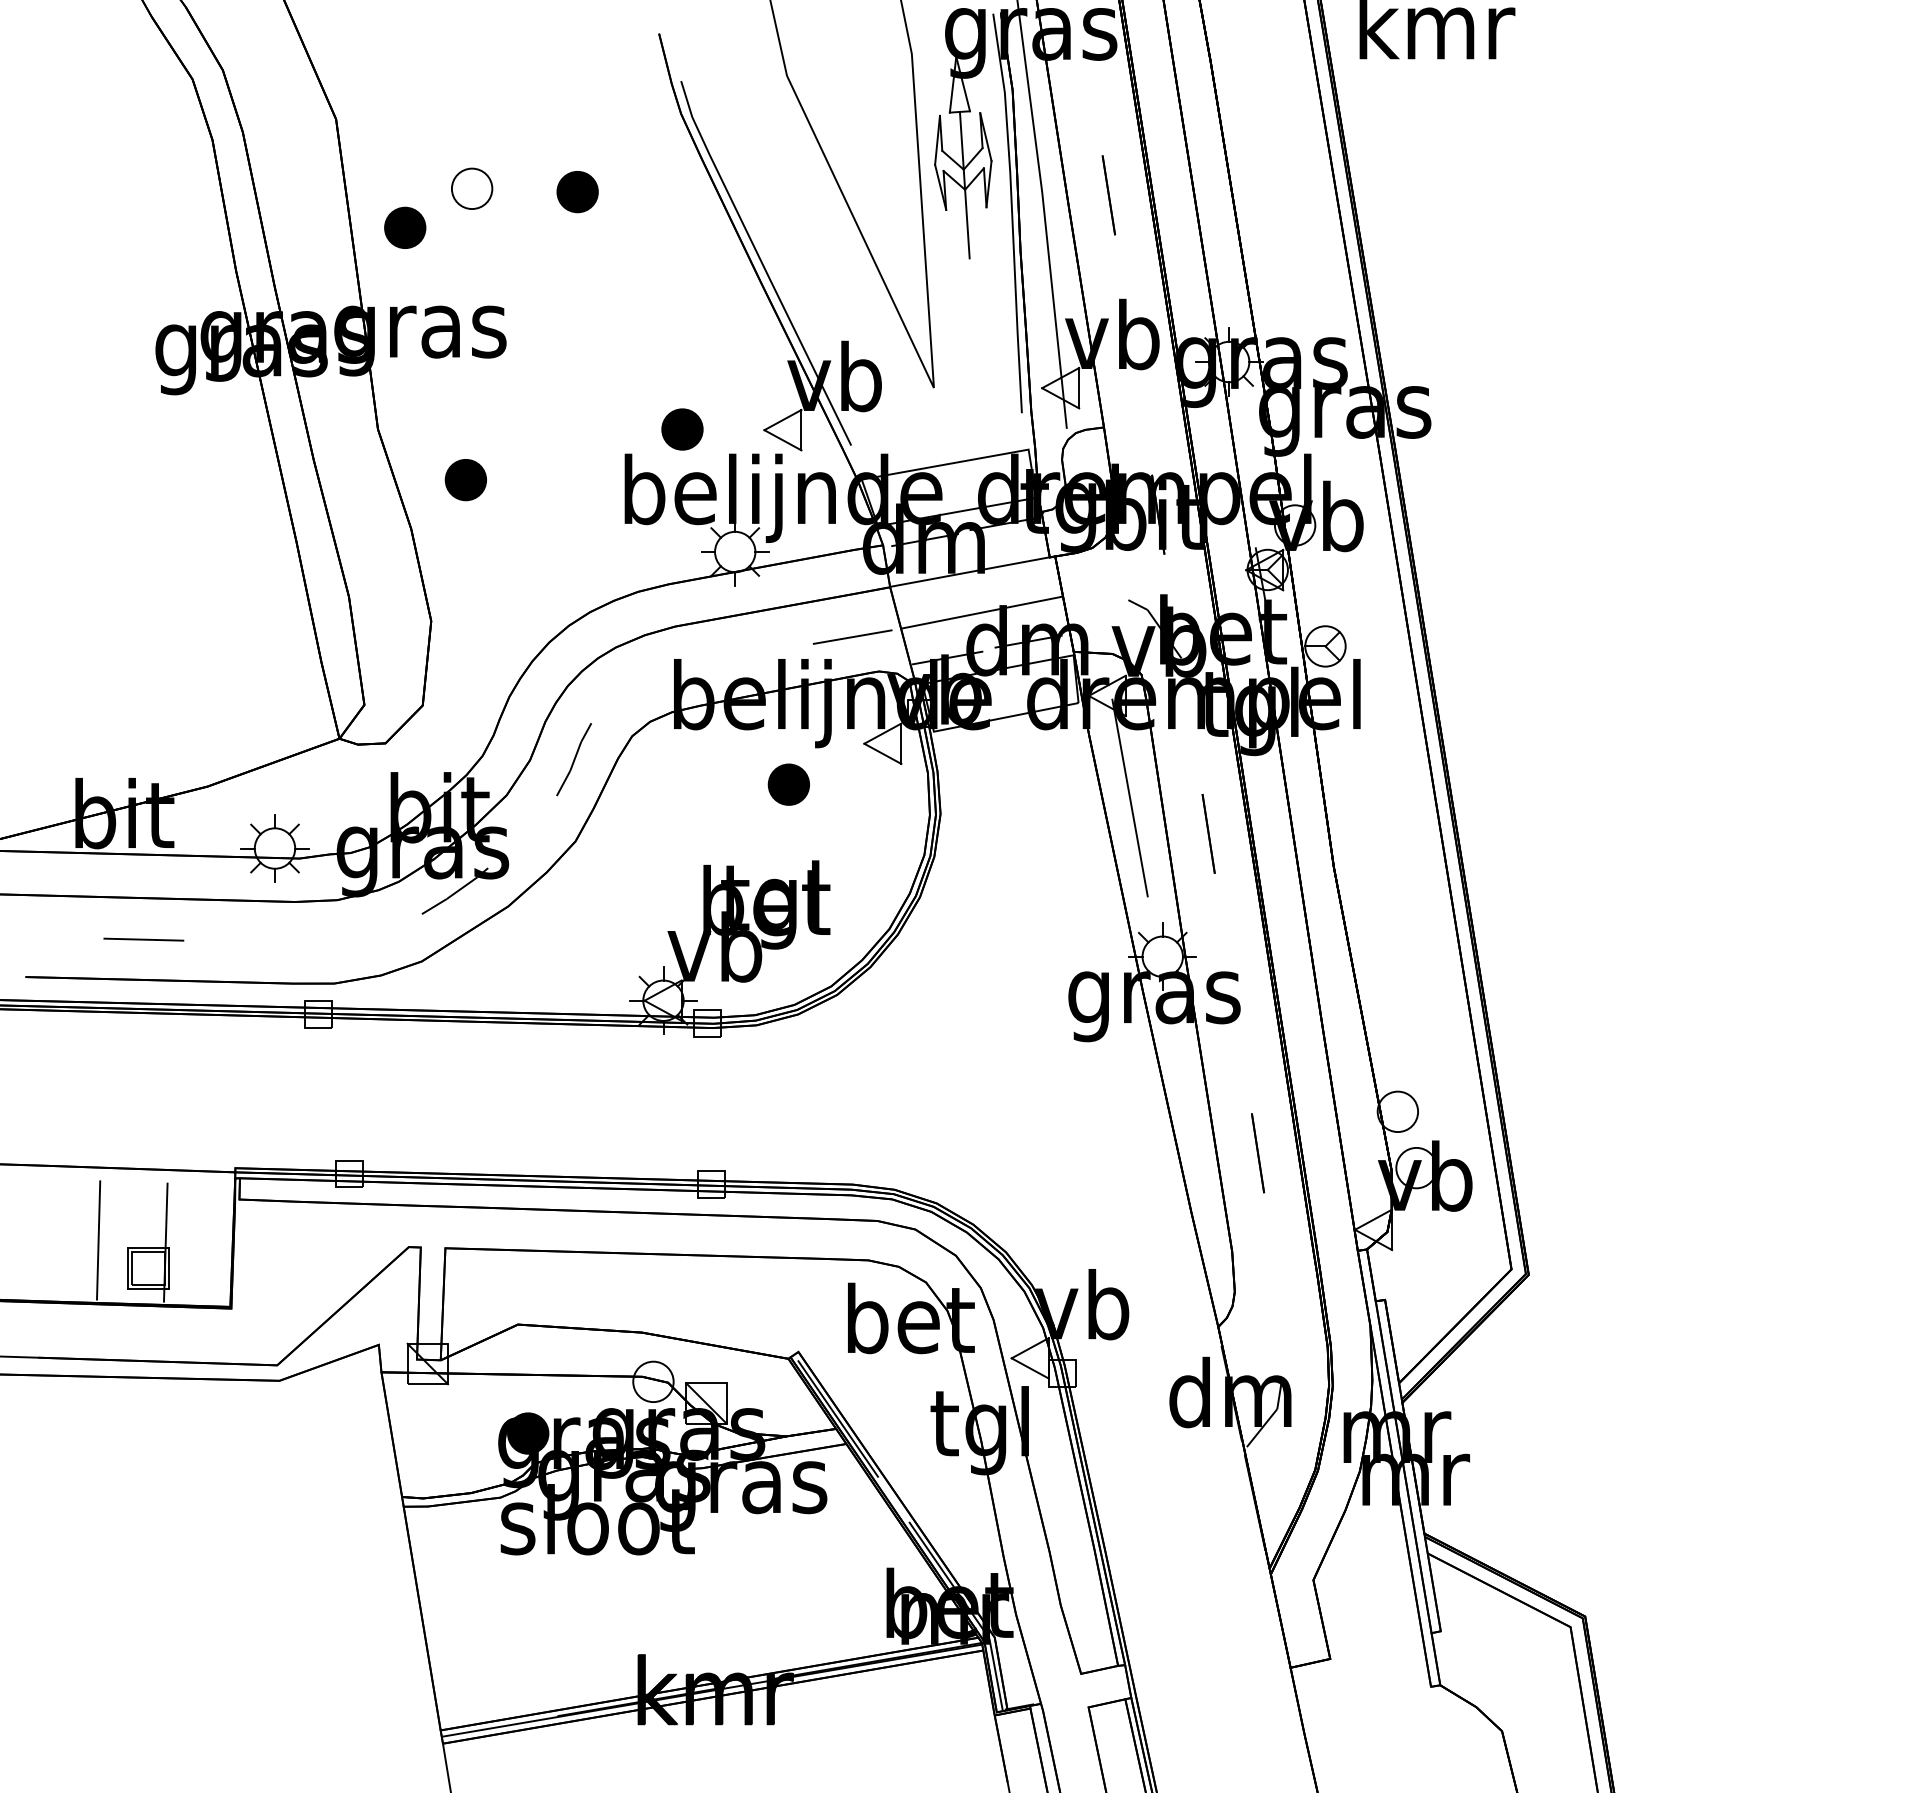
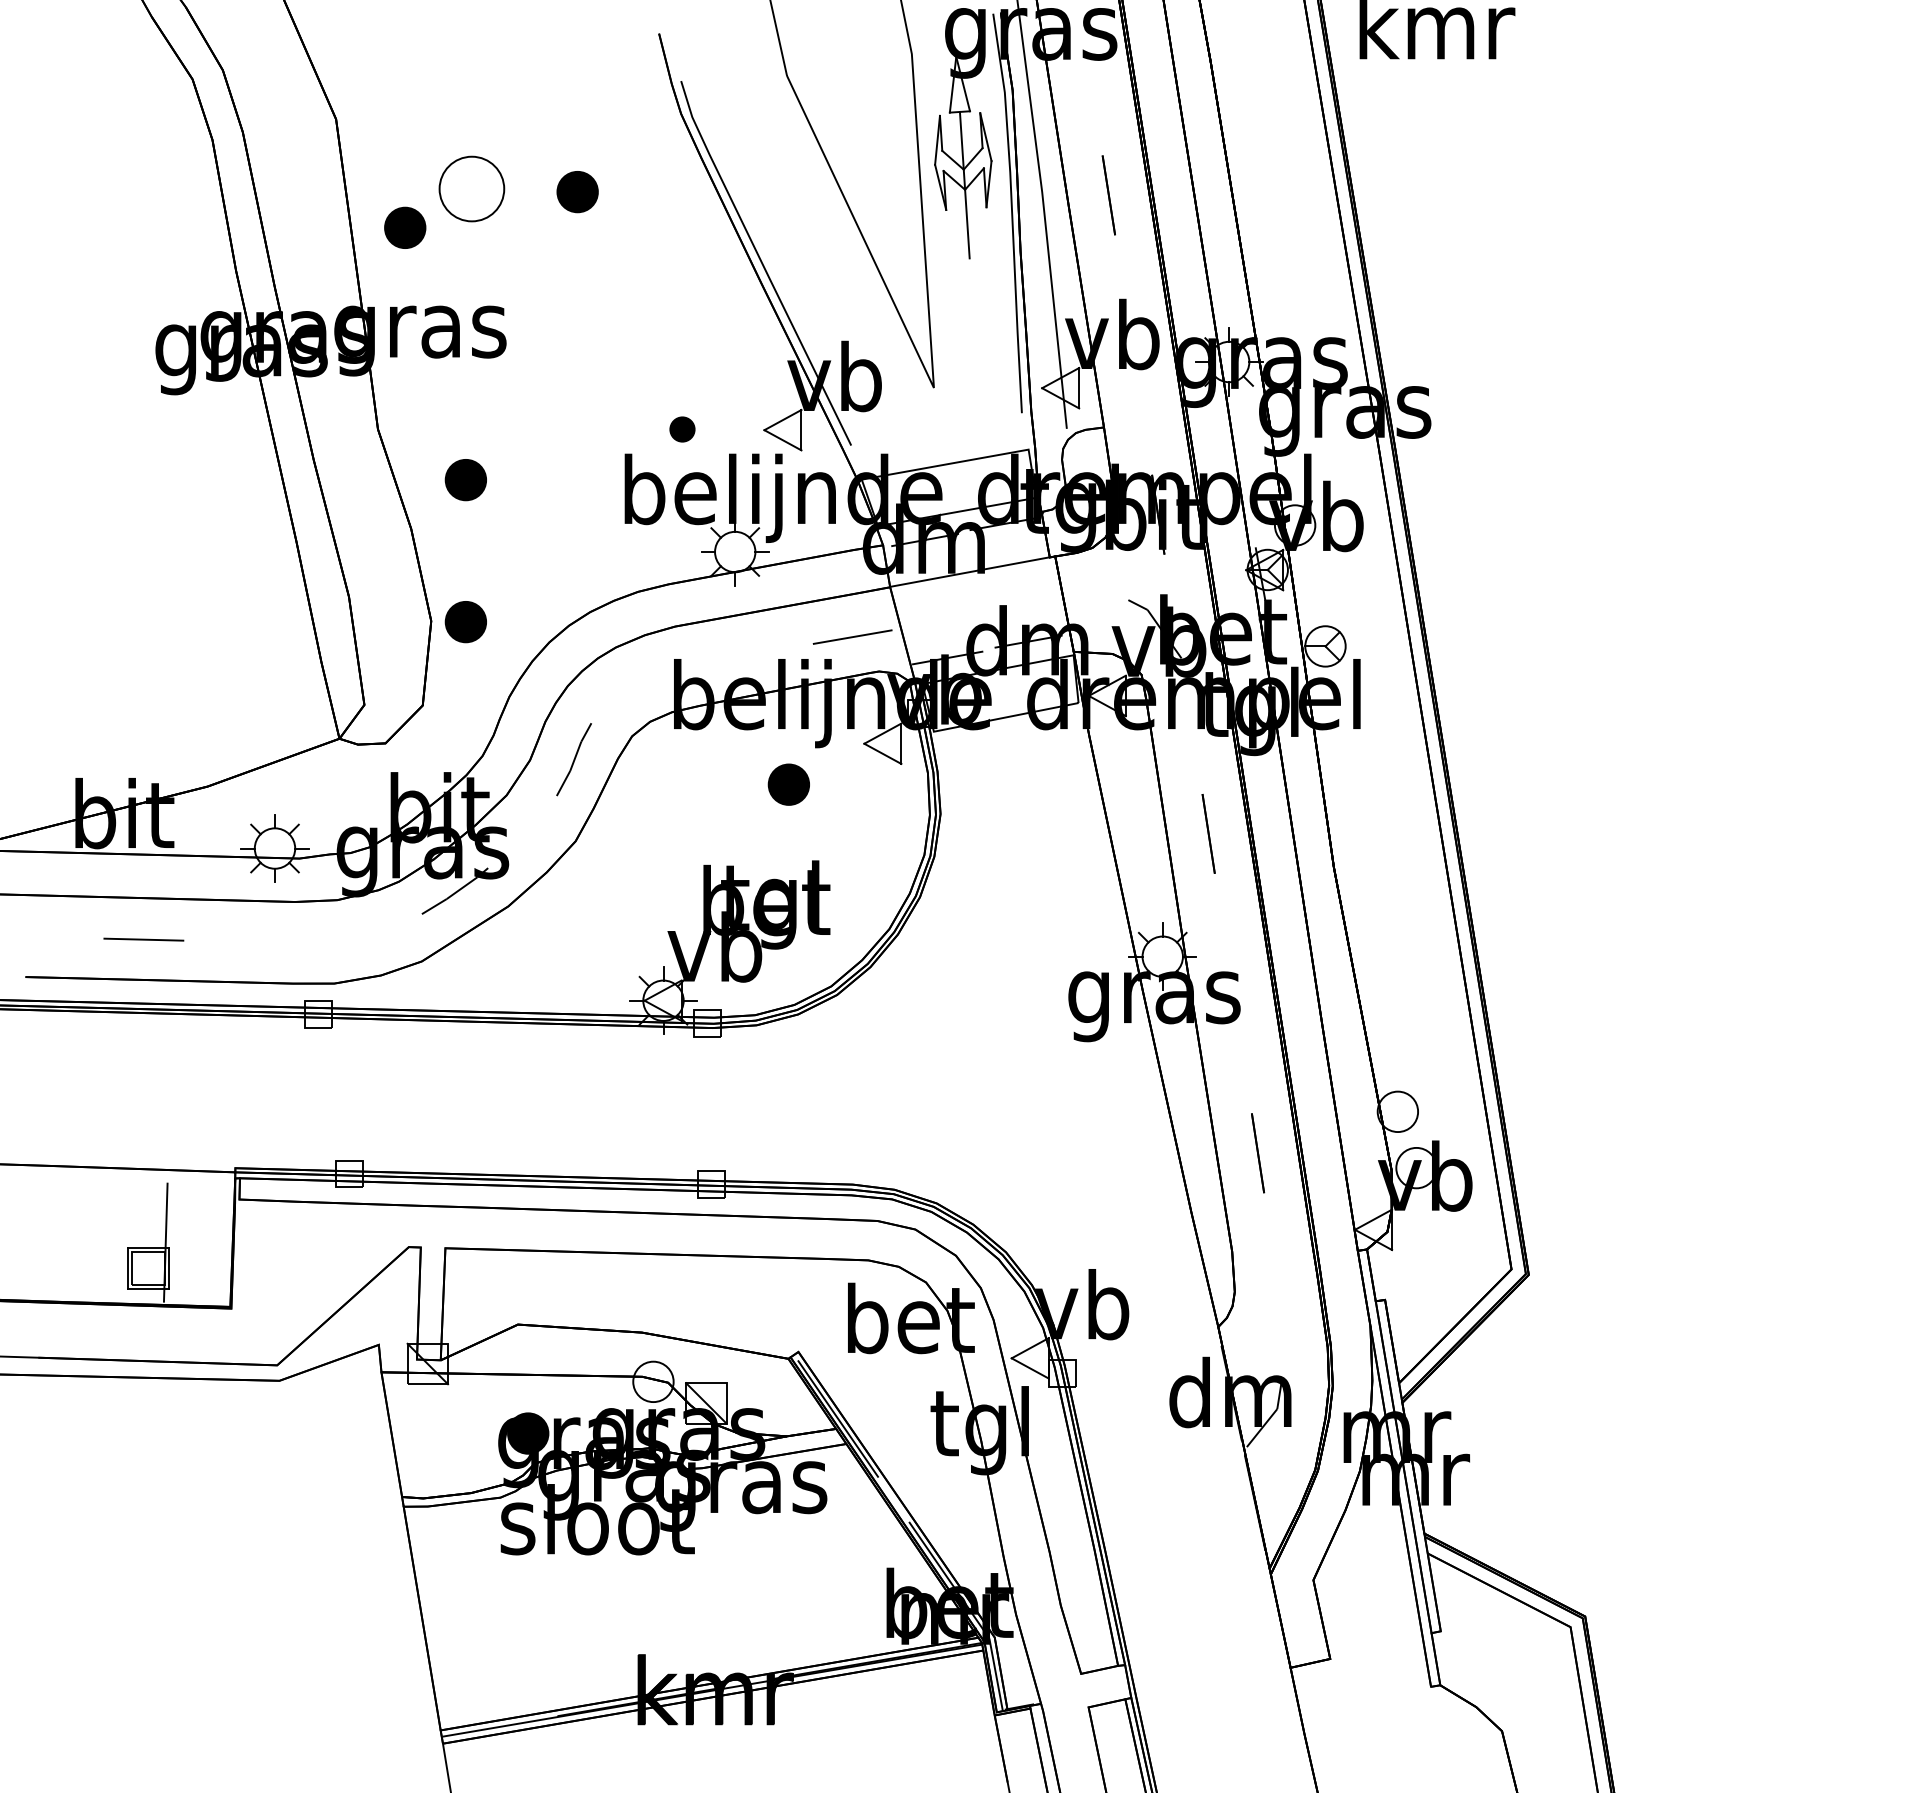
part at (472, 188) size: 43x43 px -> 68x68 px
part at (682, 429) size: 43x43 px -> 27x27 px
line at (981, 612): present -> none
part at (465, 622): none -> present
line at (1129, 797): present -> none
line at (98, 1240): present -> none
